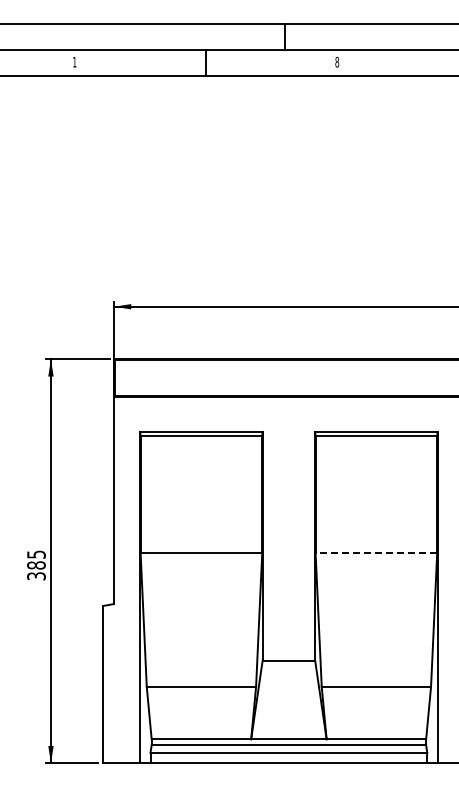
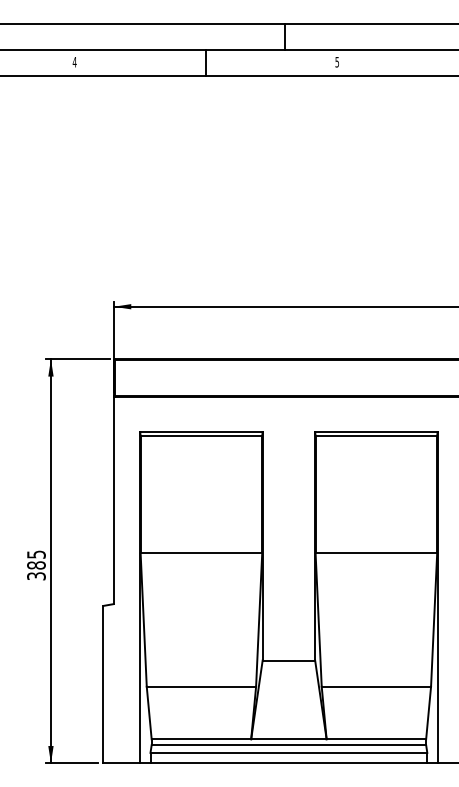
text at (337, 61): 8 -> 5
text at (74, 62): 1 -> 4
line at (376, 553): dashed -> solid
